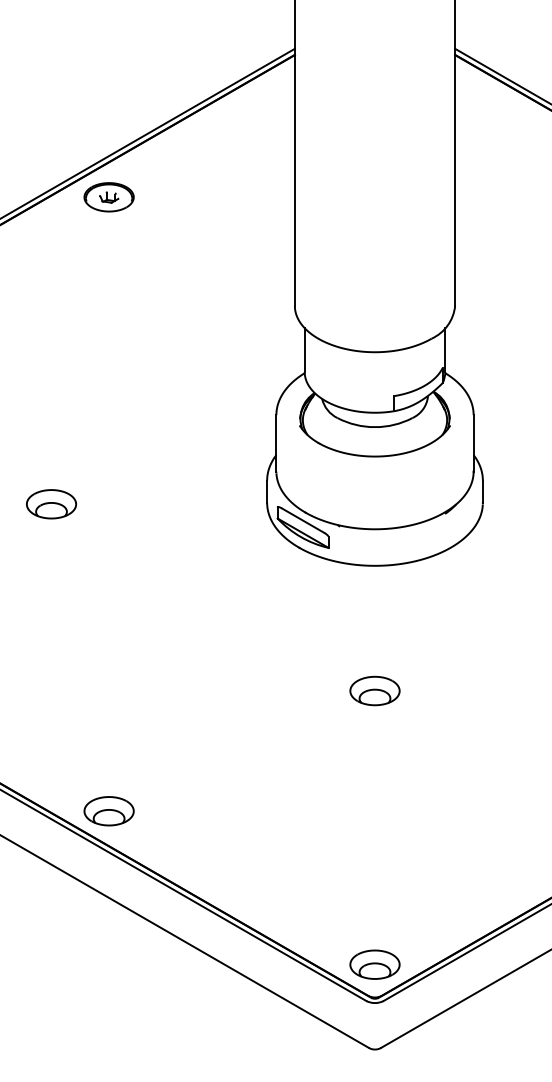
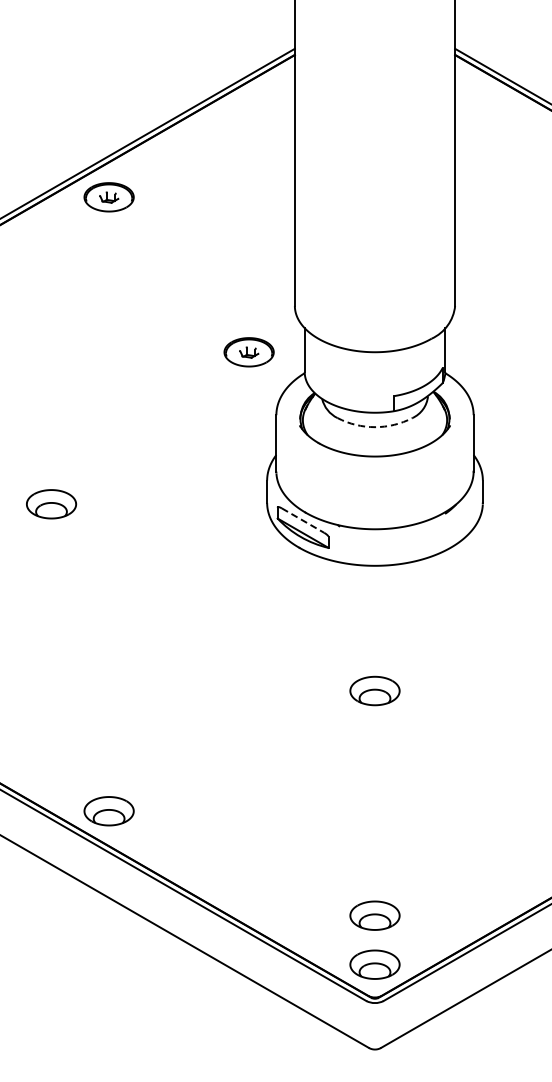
part at (248, 352): none -> present
arc at (375, 427): solid -> dashed
line at (303, 520): solid -> dashed
part at (374, 915): none -> present
